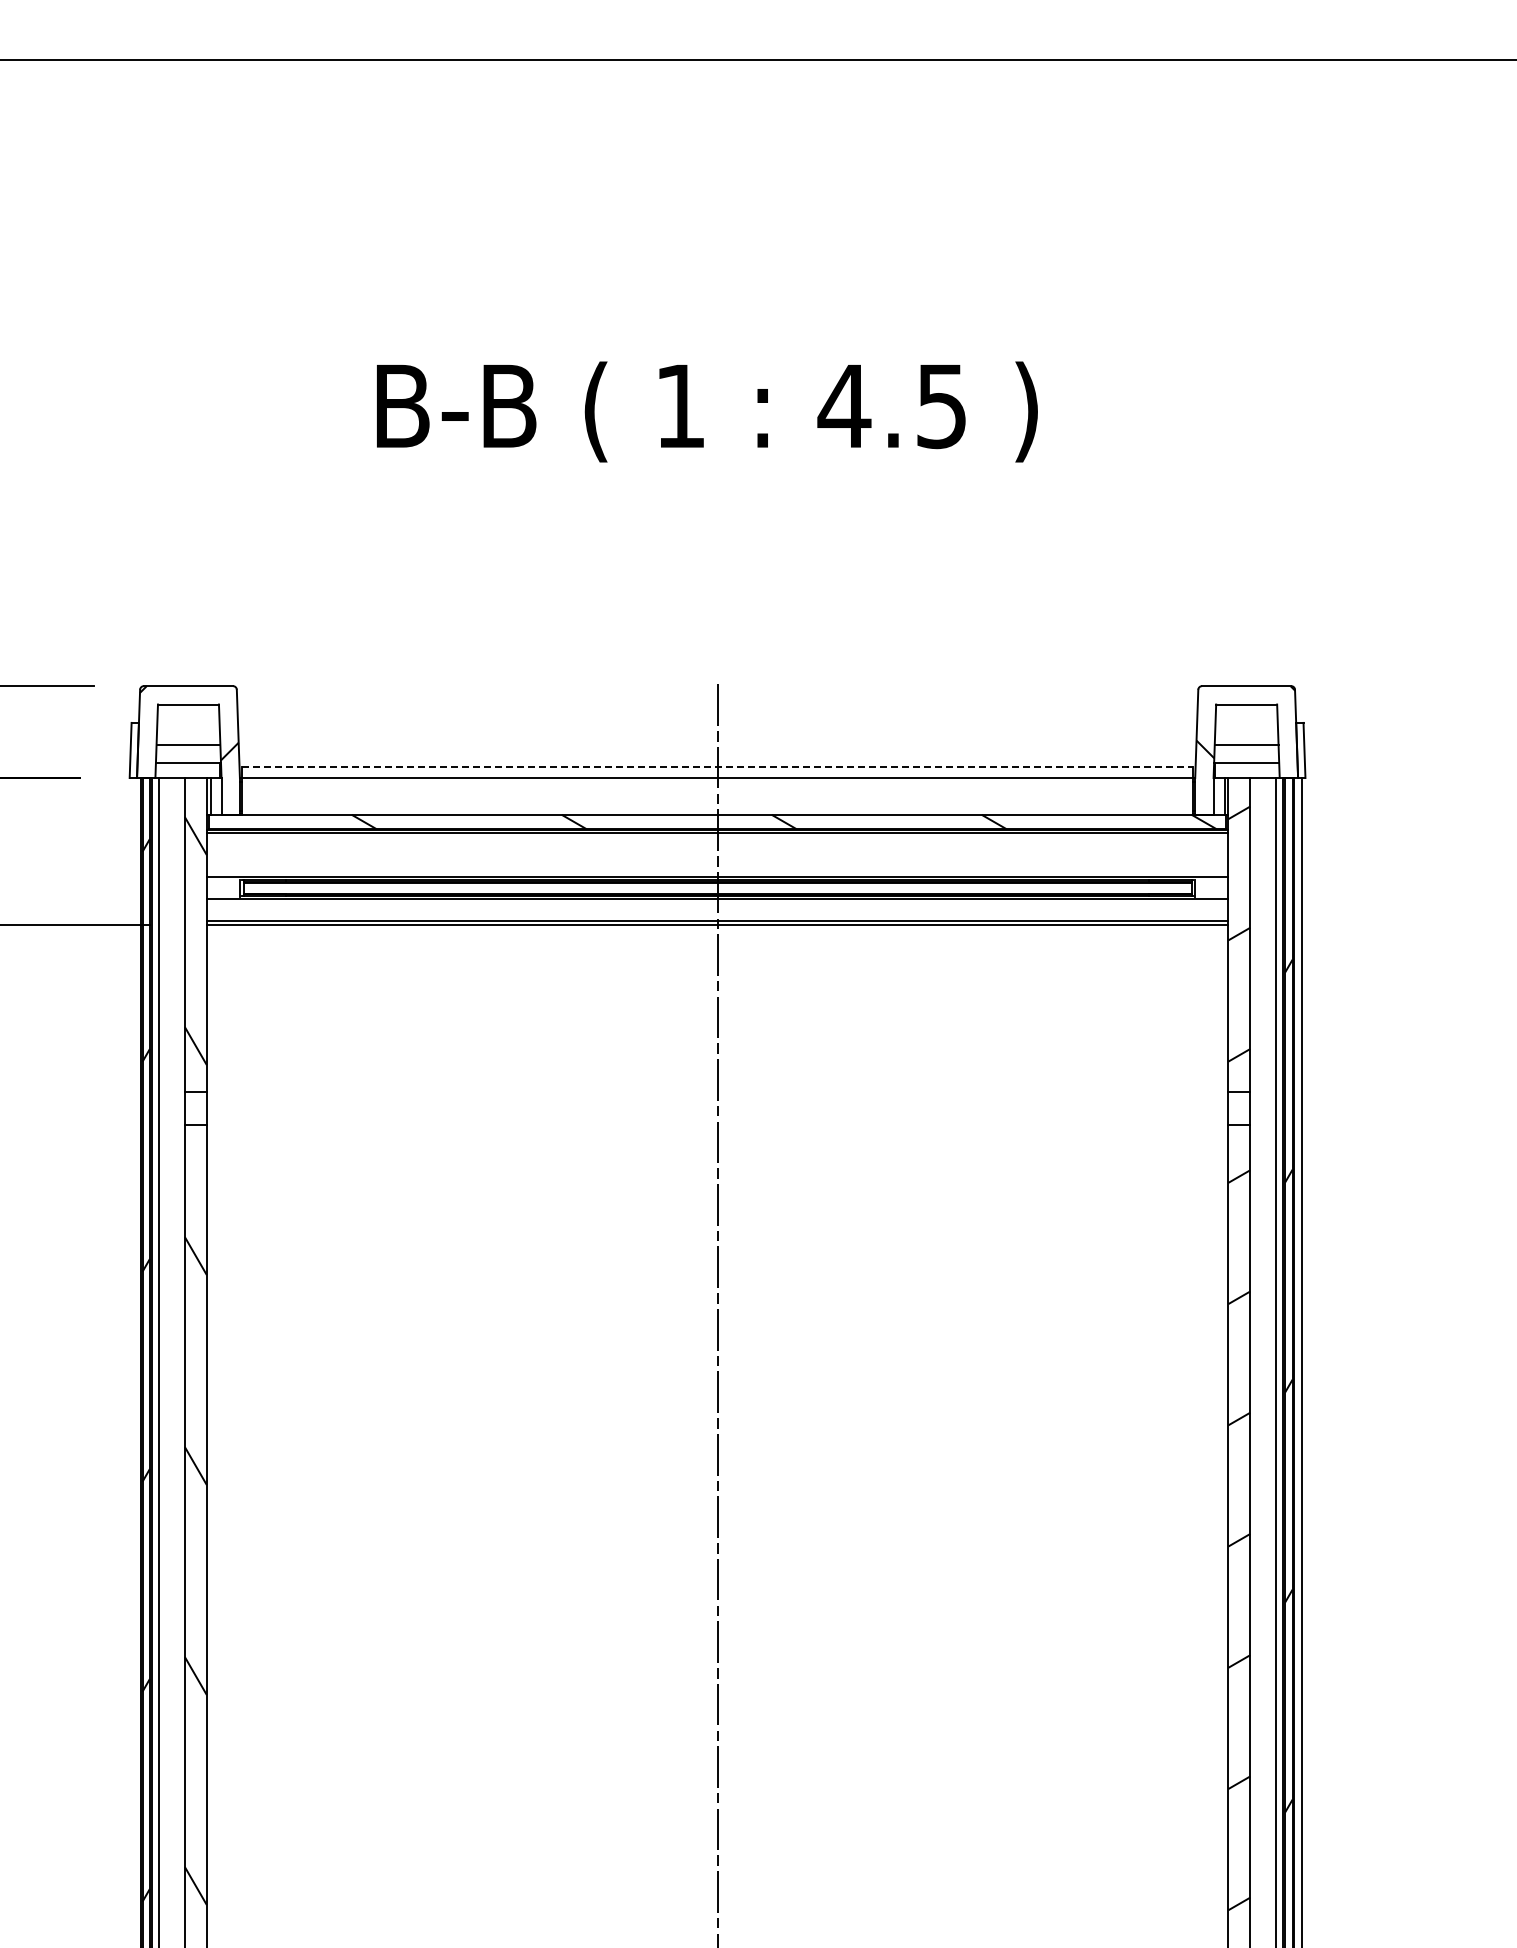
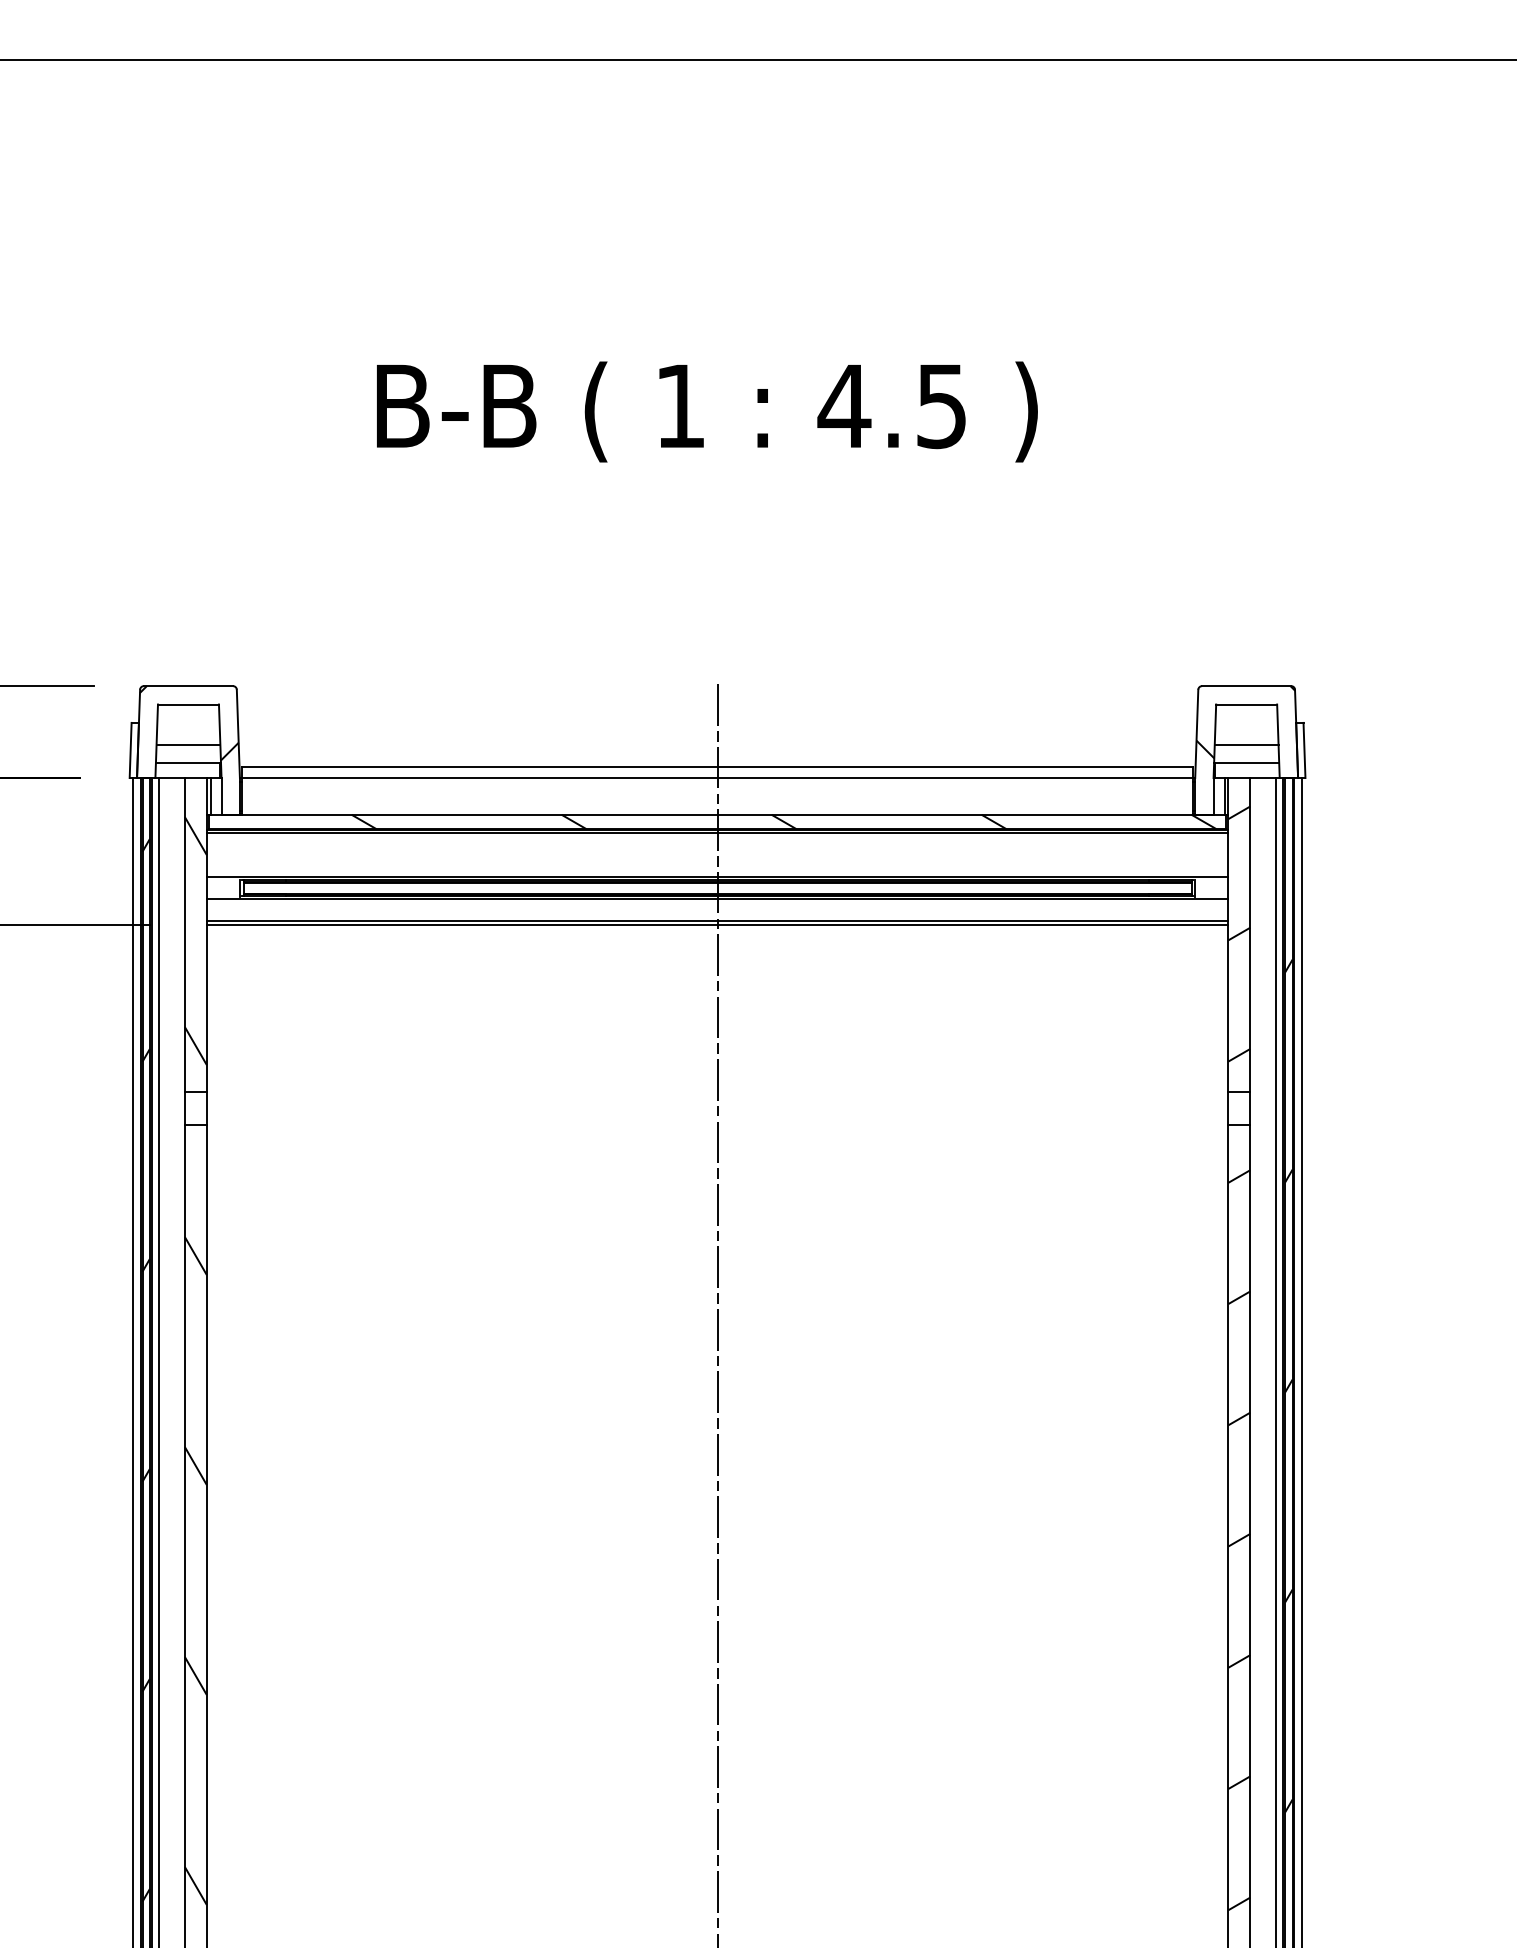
line at (717, 767): dashed -> solid
line at (133, 1361): none -> present
